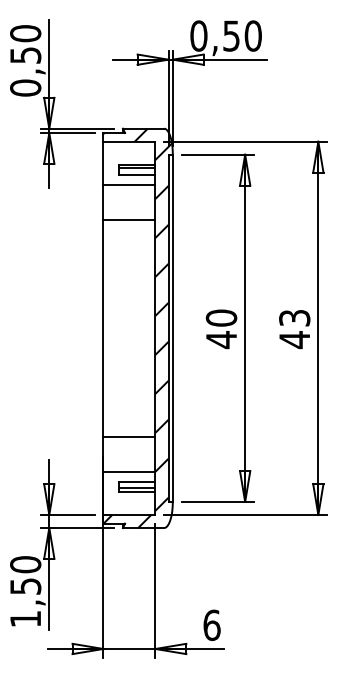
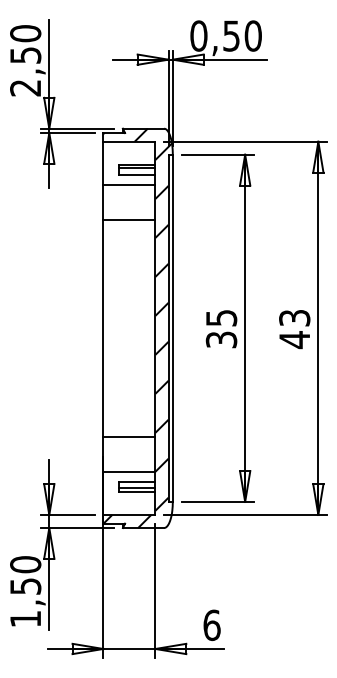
text at (25, 87): 0,50 -> 2,50
text at (221, 329): 40 -> 35
